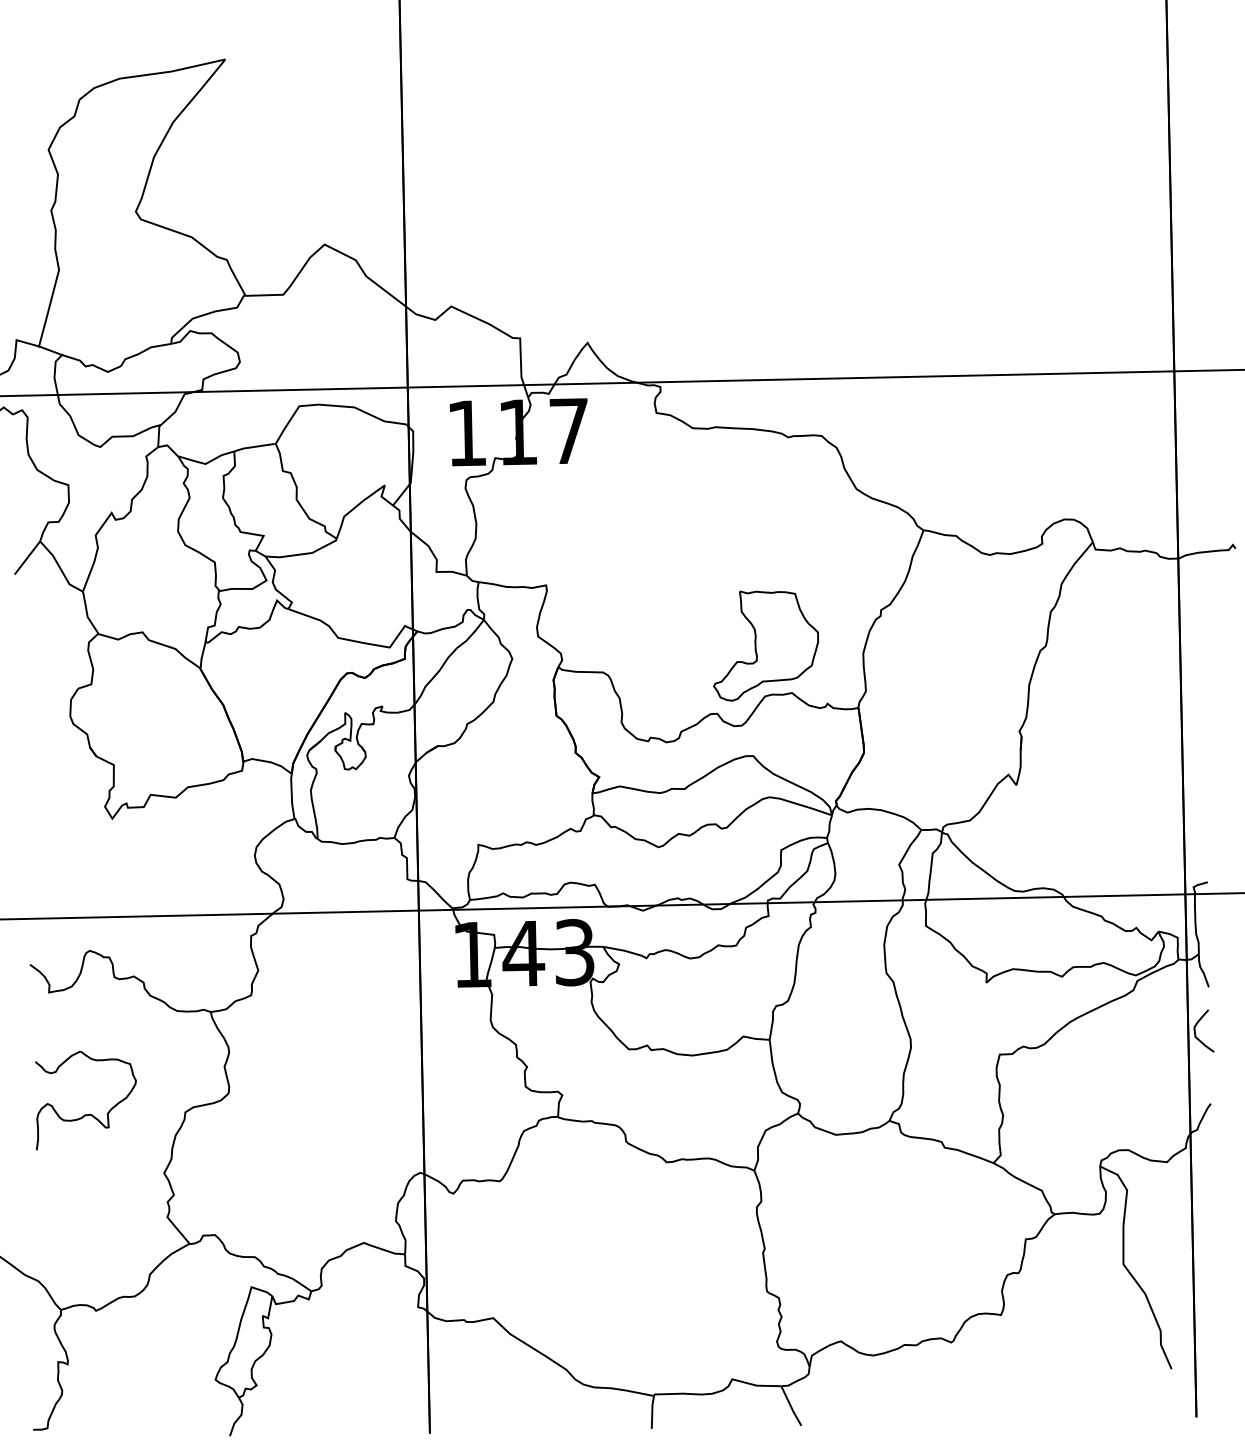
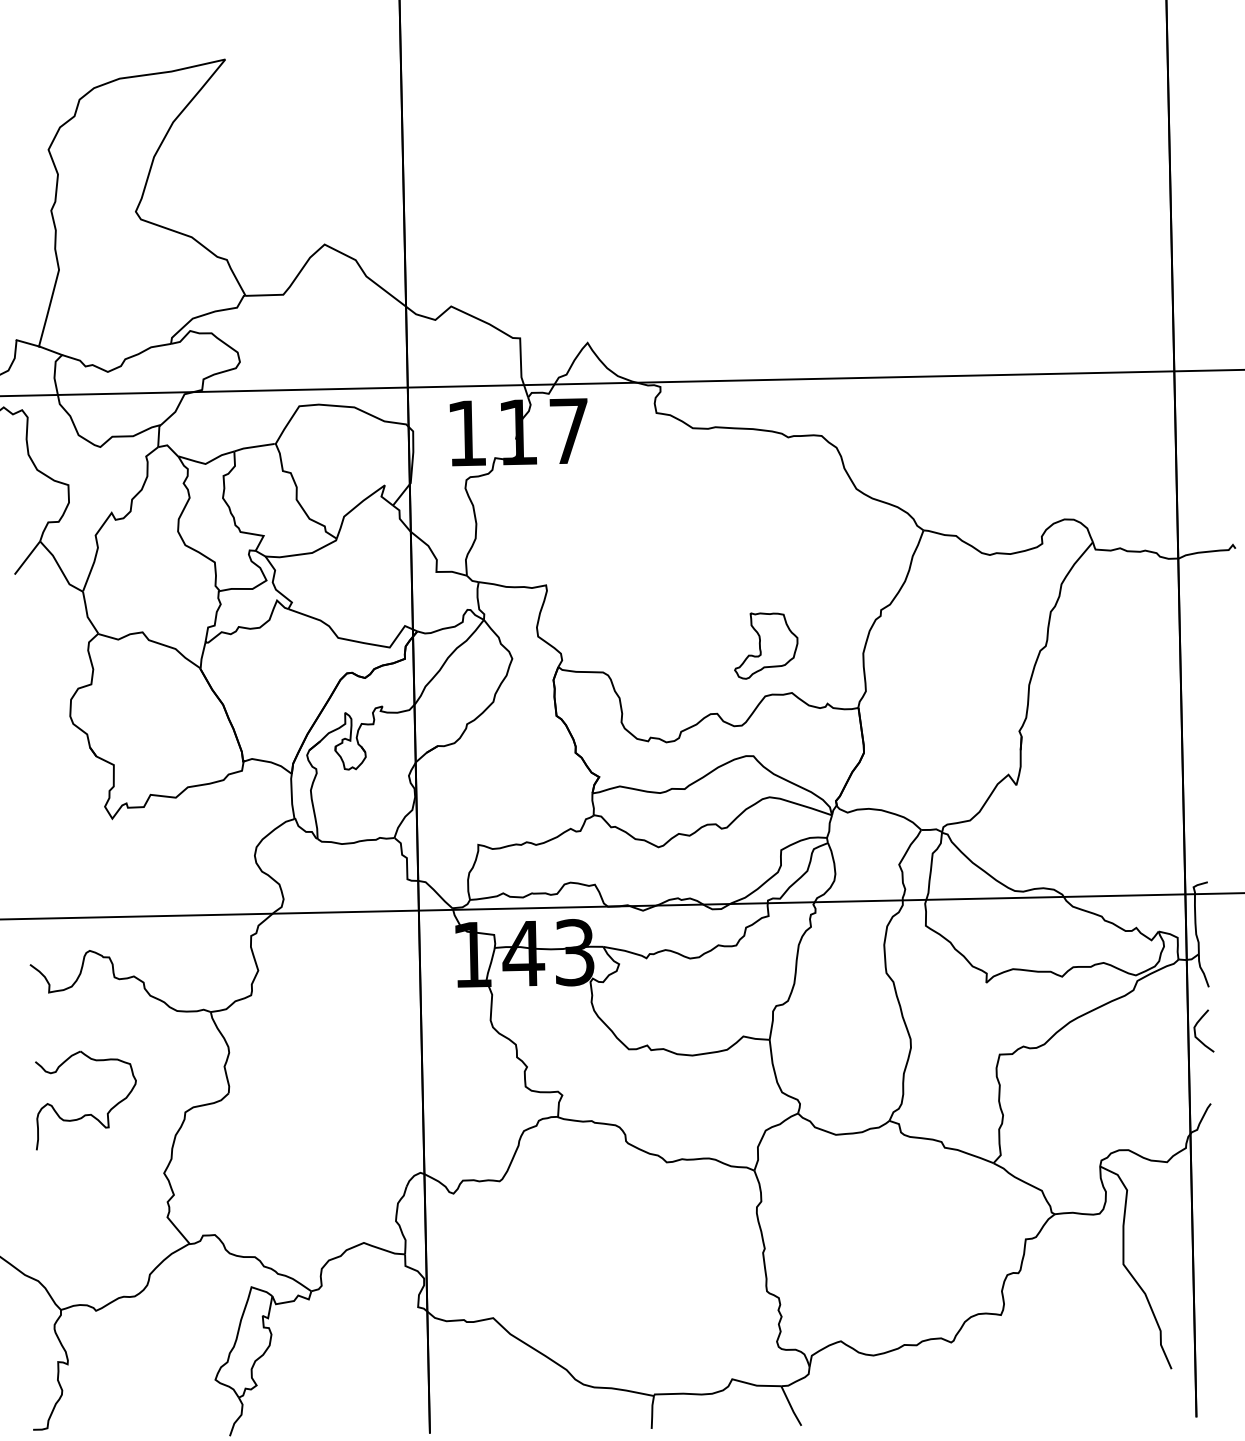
part at (766, 645) size: 107x112 px -> 65x68 px
